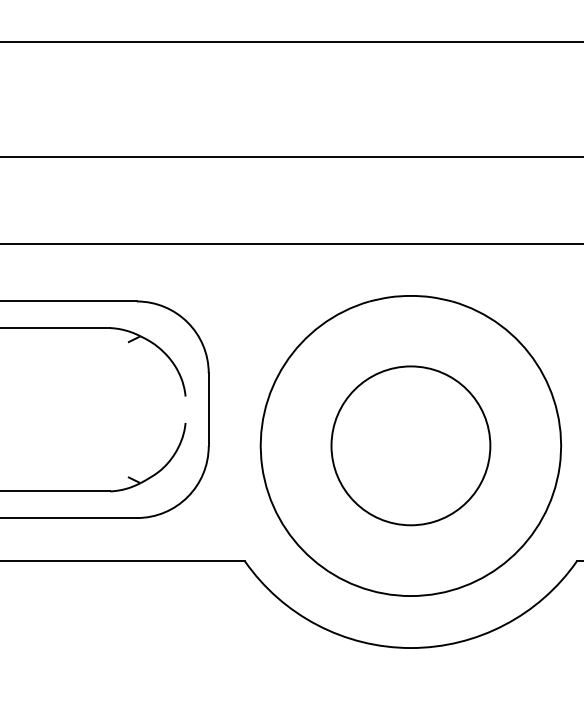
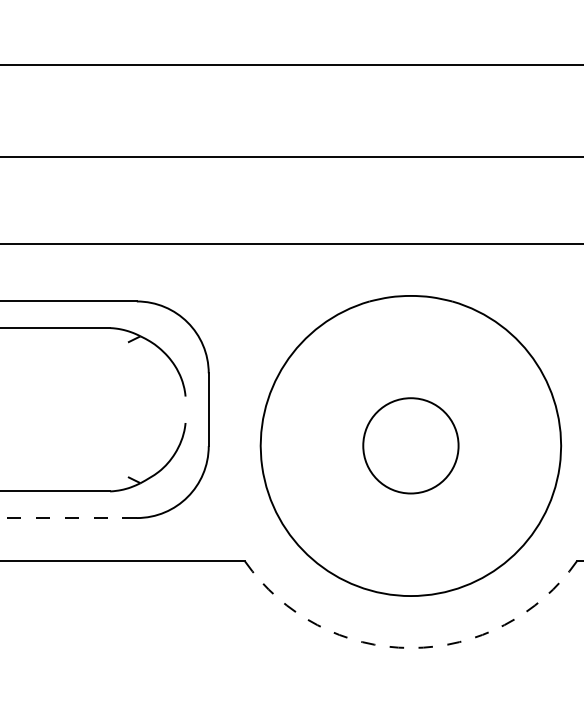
line at (291, 41) position: (291, 41) -> (291, 64)
circle at (410, 445) diameter: 159 px -> 95 px
line at (68, 518): solid -> dashed
arc at (410, 648): solid -> dashed
